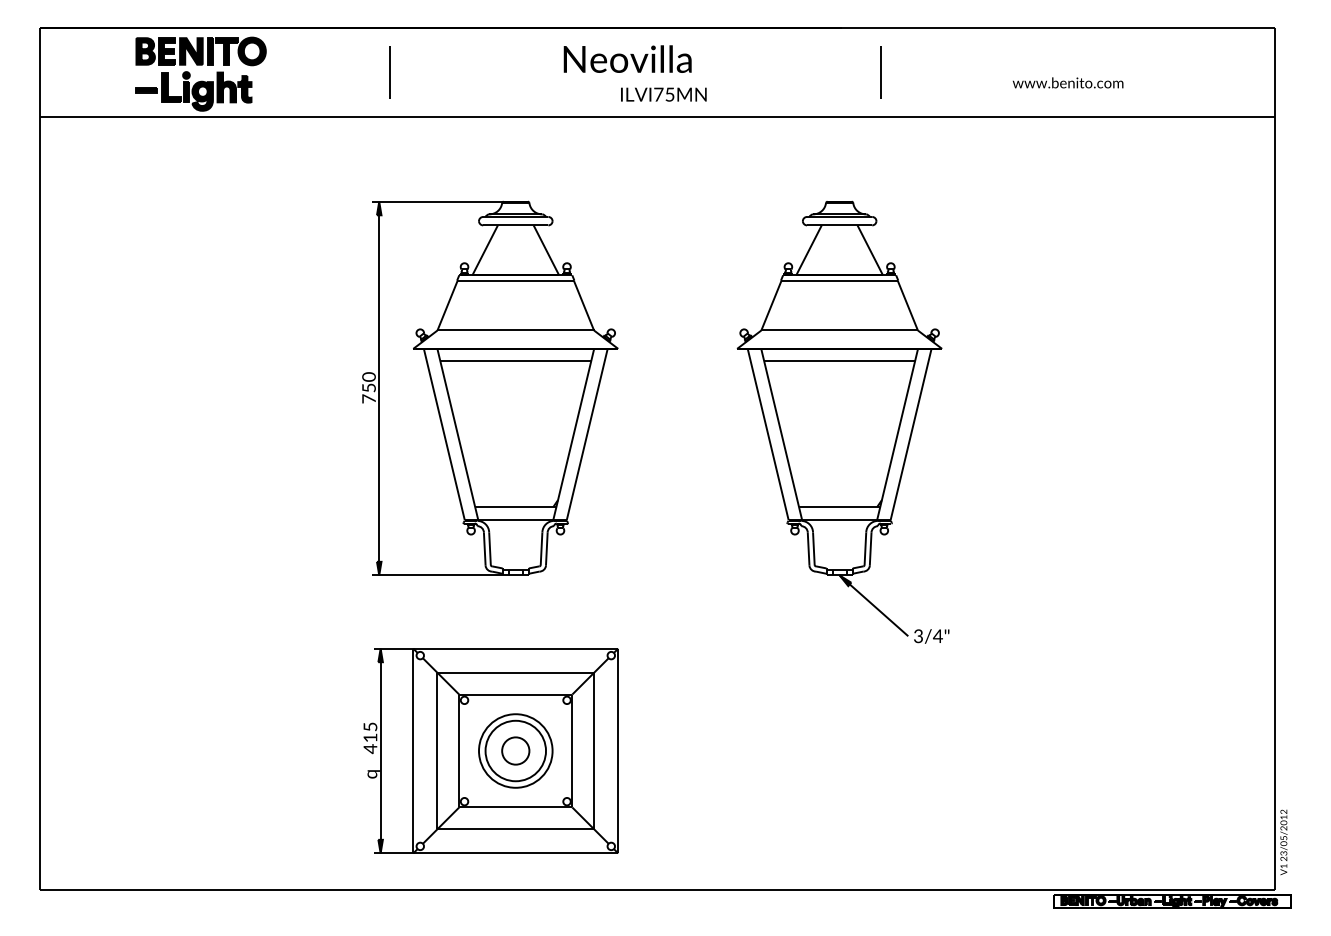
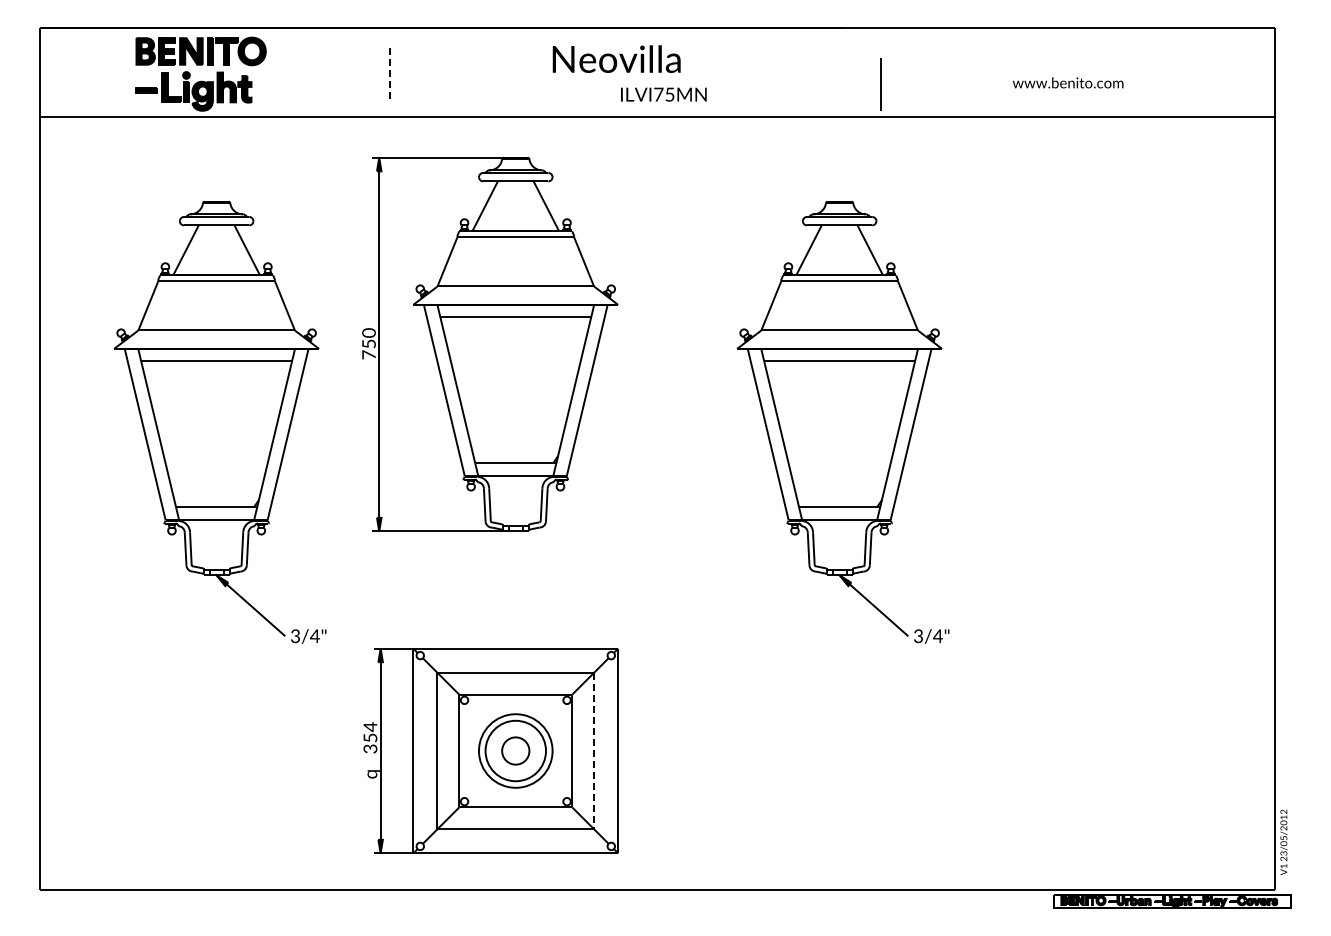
text at (627, 58) position: (627, 58) -> (616, 58)
line at (390, 72): solid -> dashed
line at (880, 72) position: (880, 72) -> (880, 84)
part at (490, 387) position: (490, 387) -> (490, 343)
part at (219, 421): none -> present
text at (370, 738): 415 -> 354
line at (594, 751): solid -> dashed
